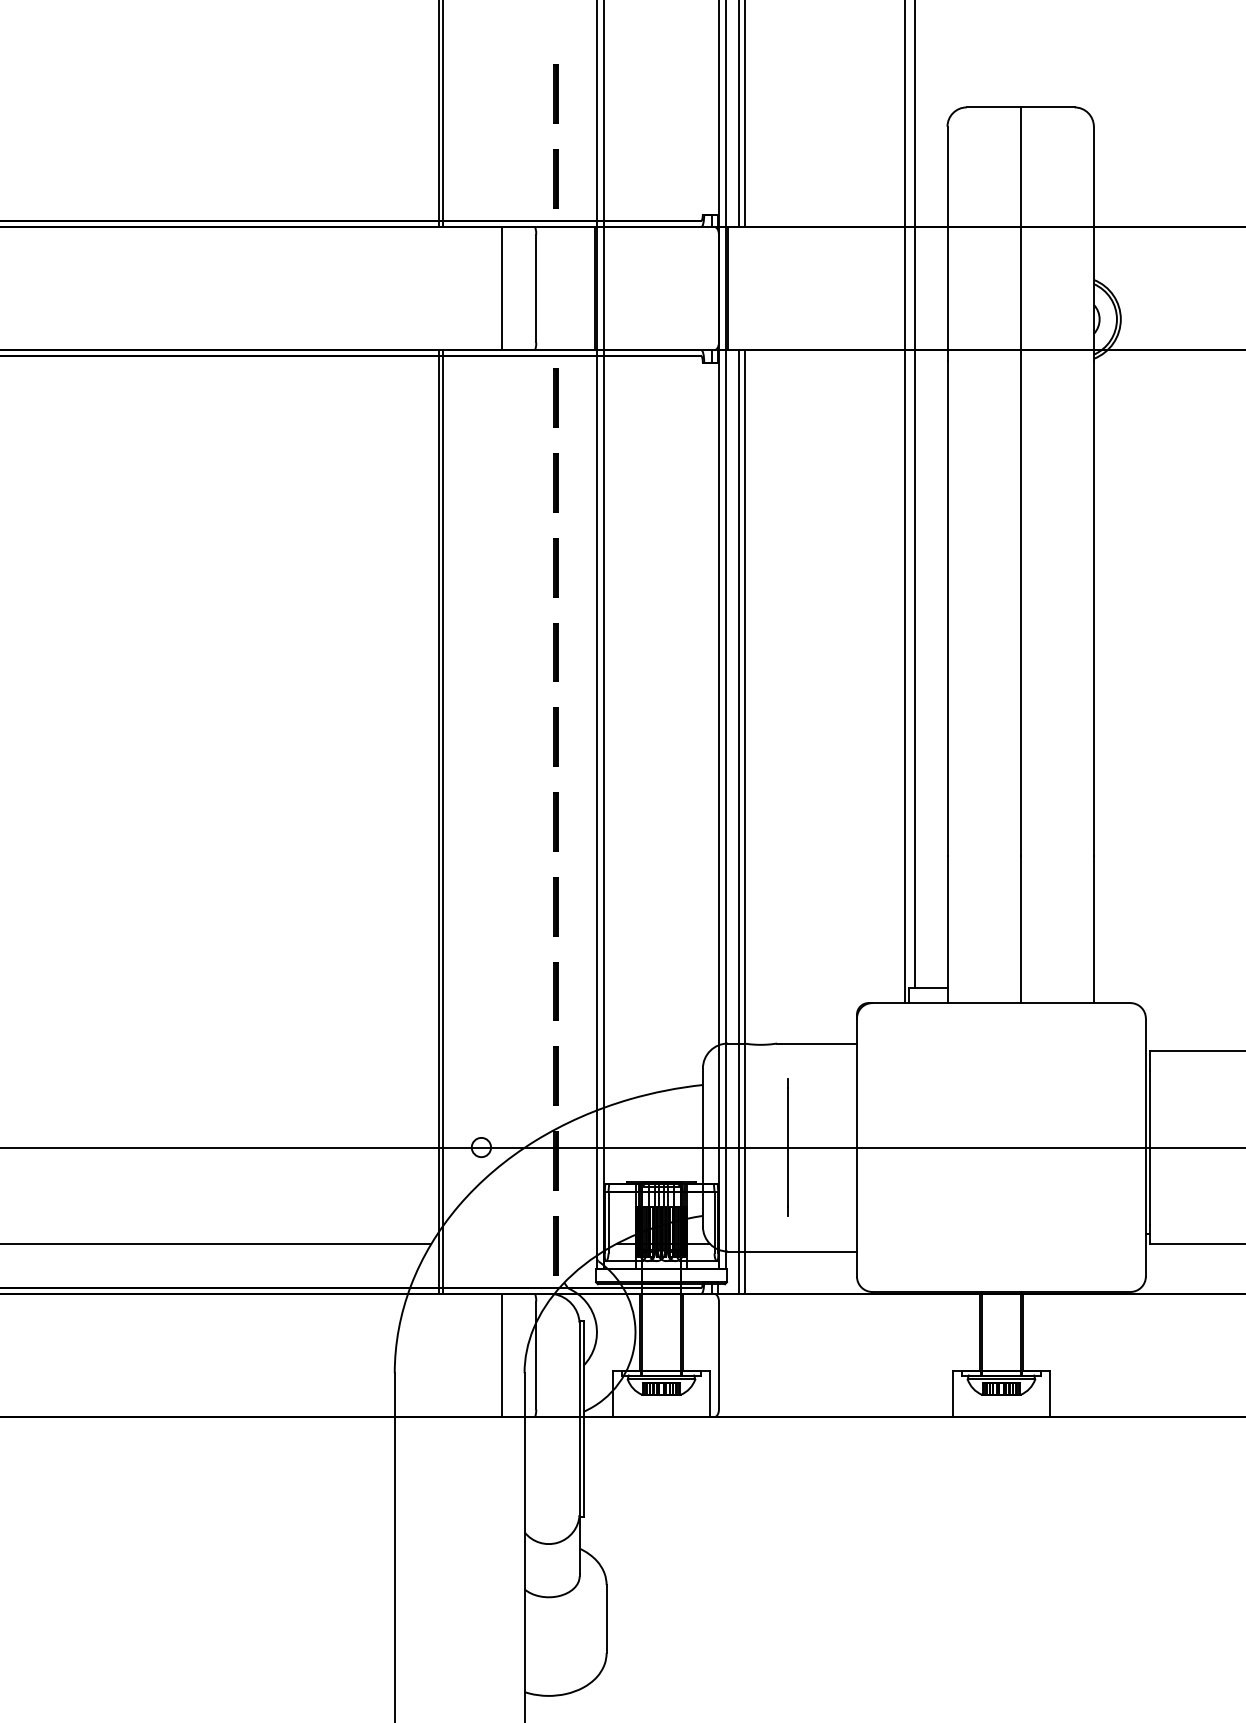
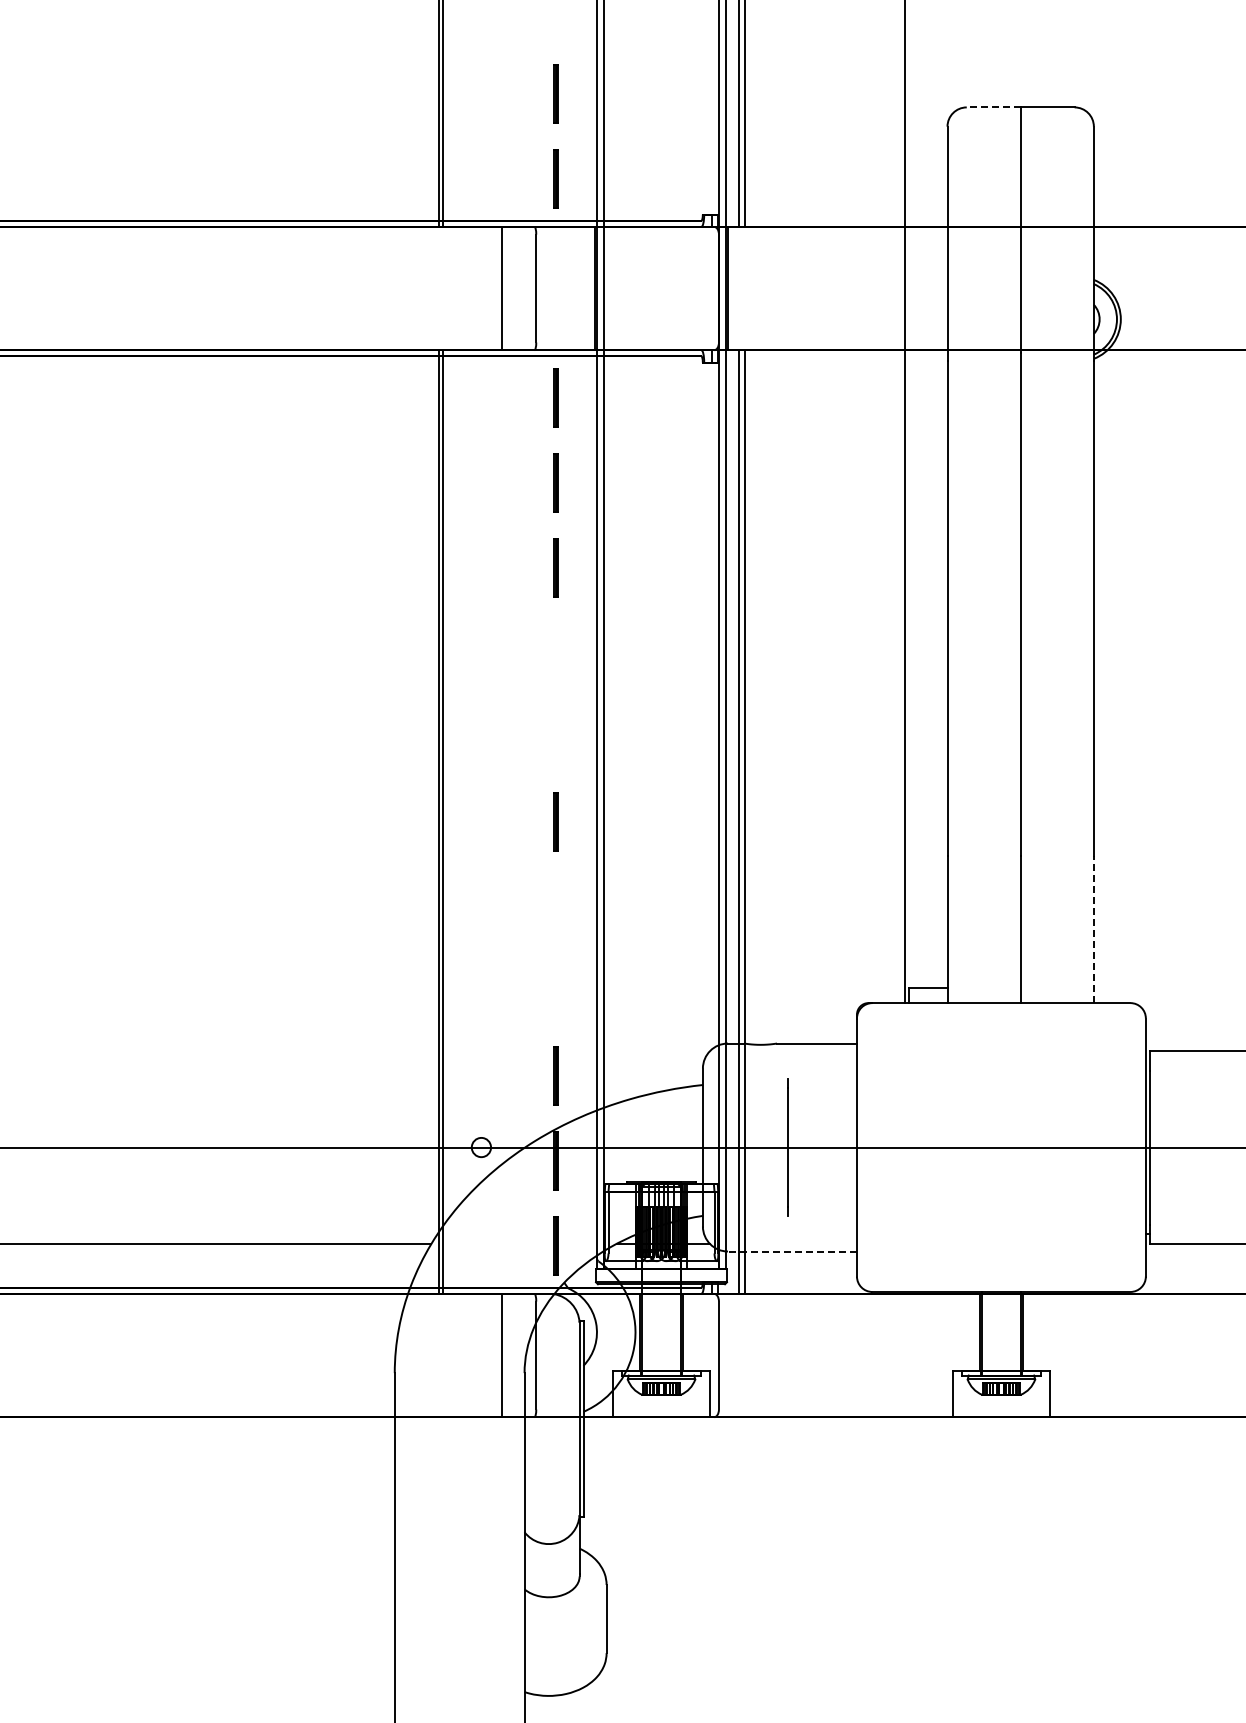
line at (993, 107): solid -> dashed
line at (914, 494): present -> none
part at (555, 652): present -> none
part at (555, 736): present -> none
part at (555, 906): present -> none
line at (1093, 929): solid -> dashed
part at (555, 991): present -> none
line at (792, 1251): solid -> dashed
